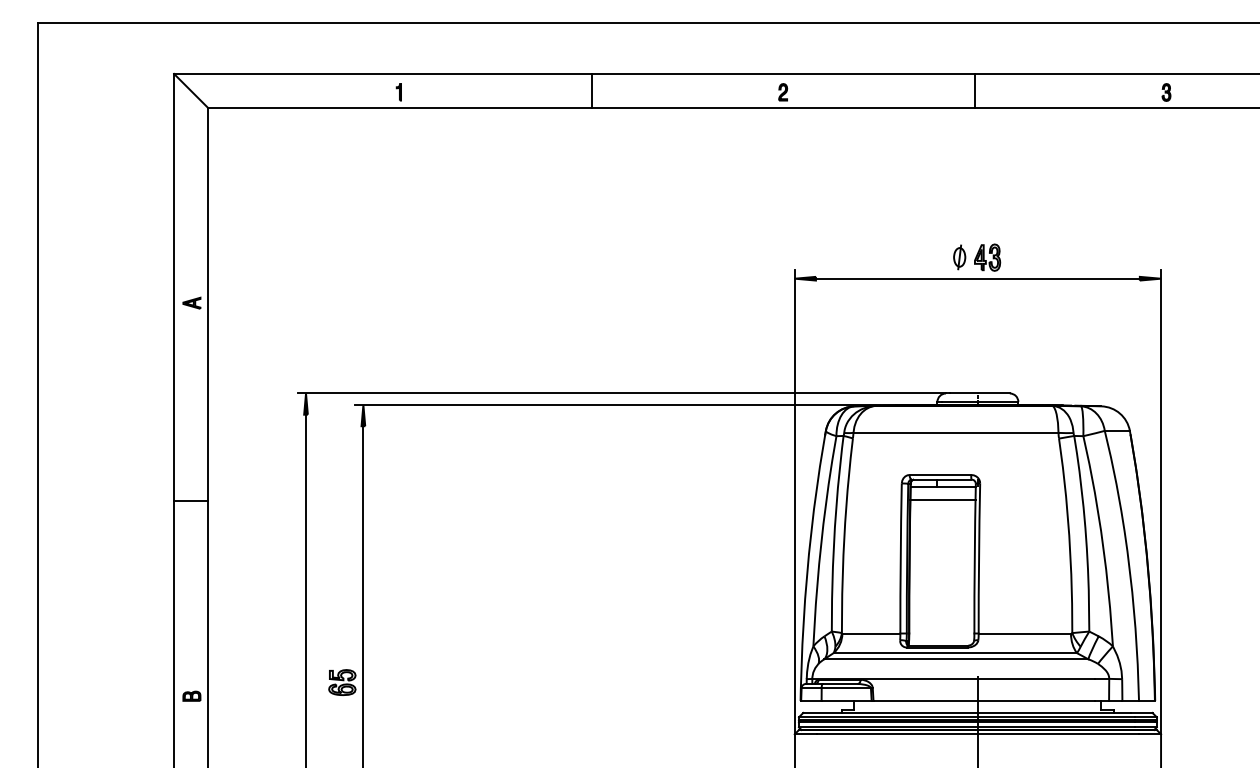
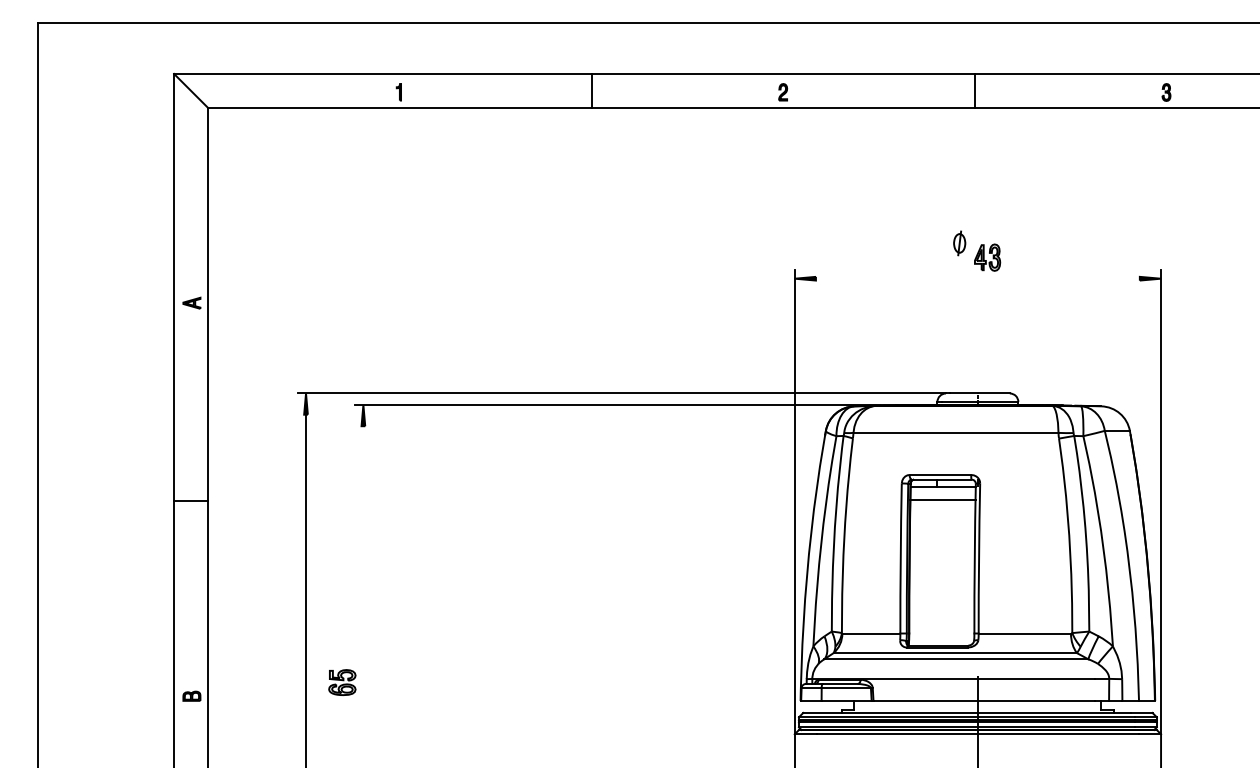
part at (959, 257) position: (959, 257) -> (959, 243)
line at (977, 278): present -> none
line at (363, 595): present -> none
